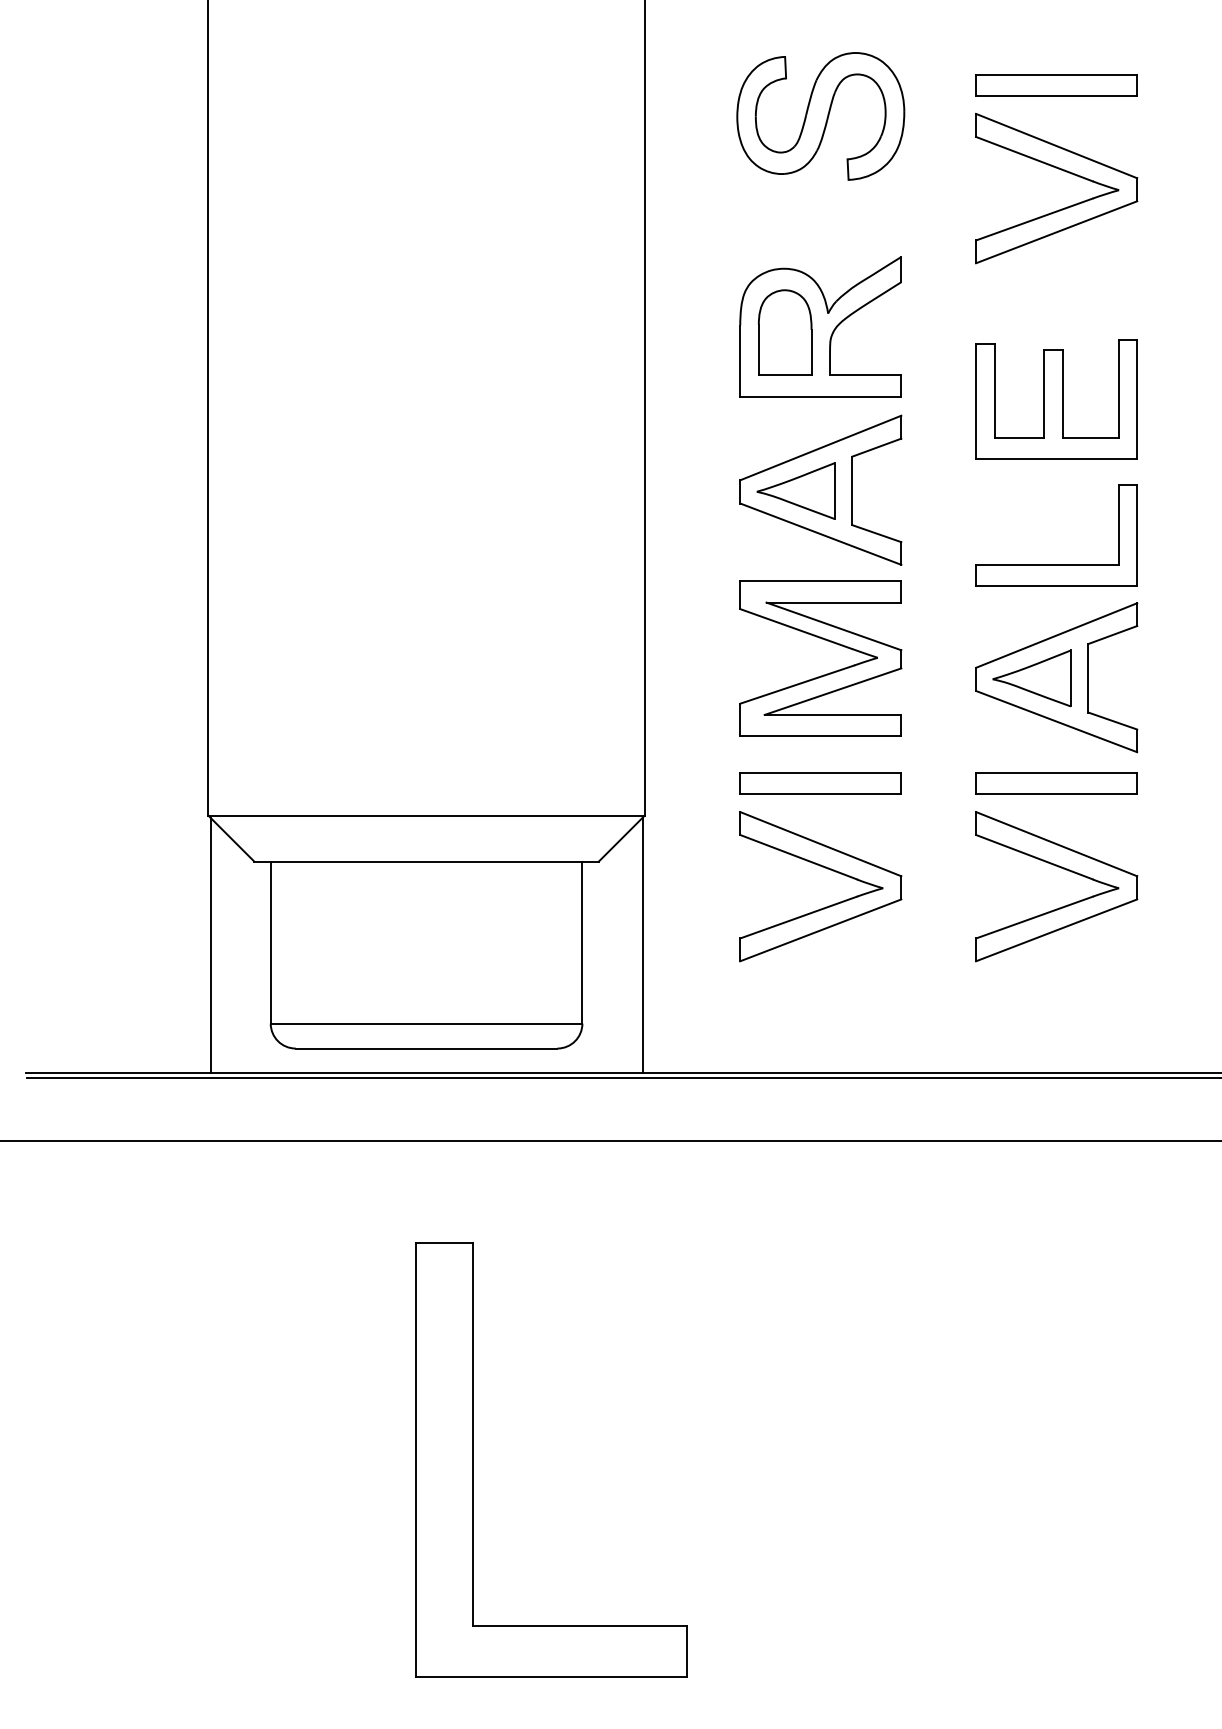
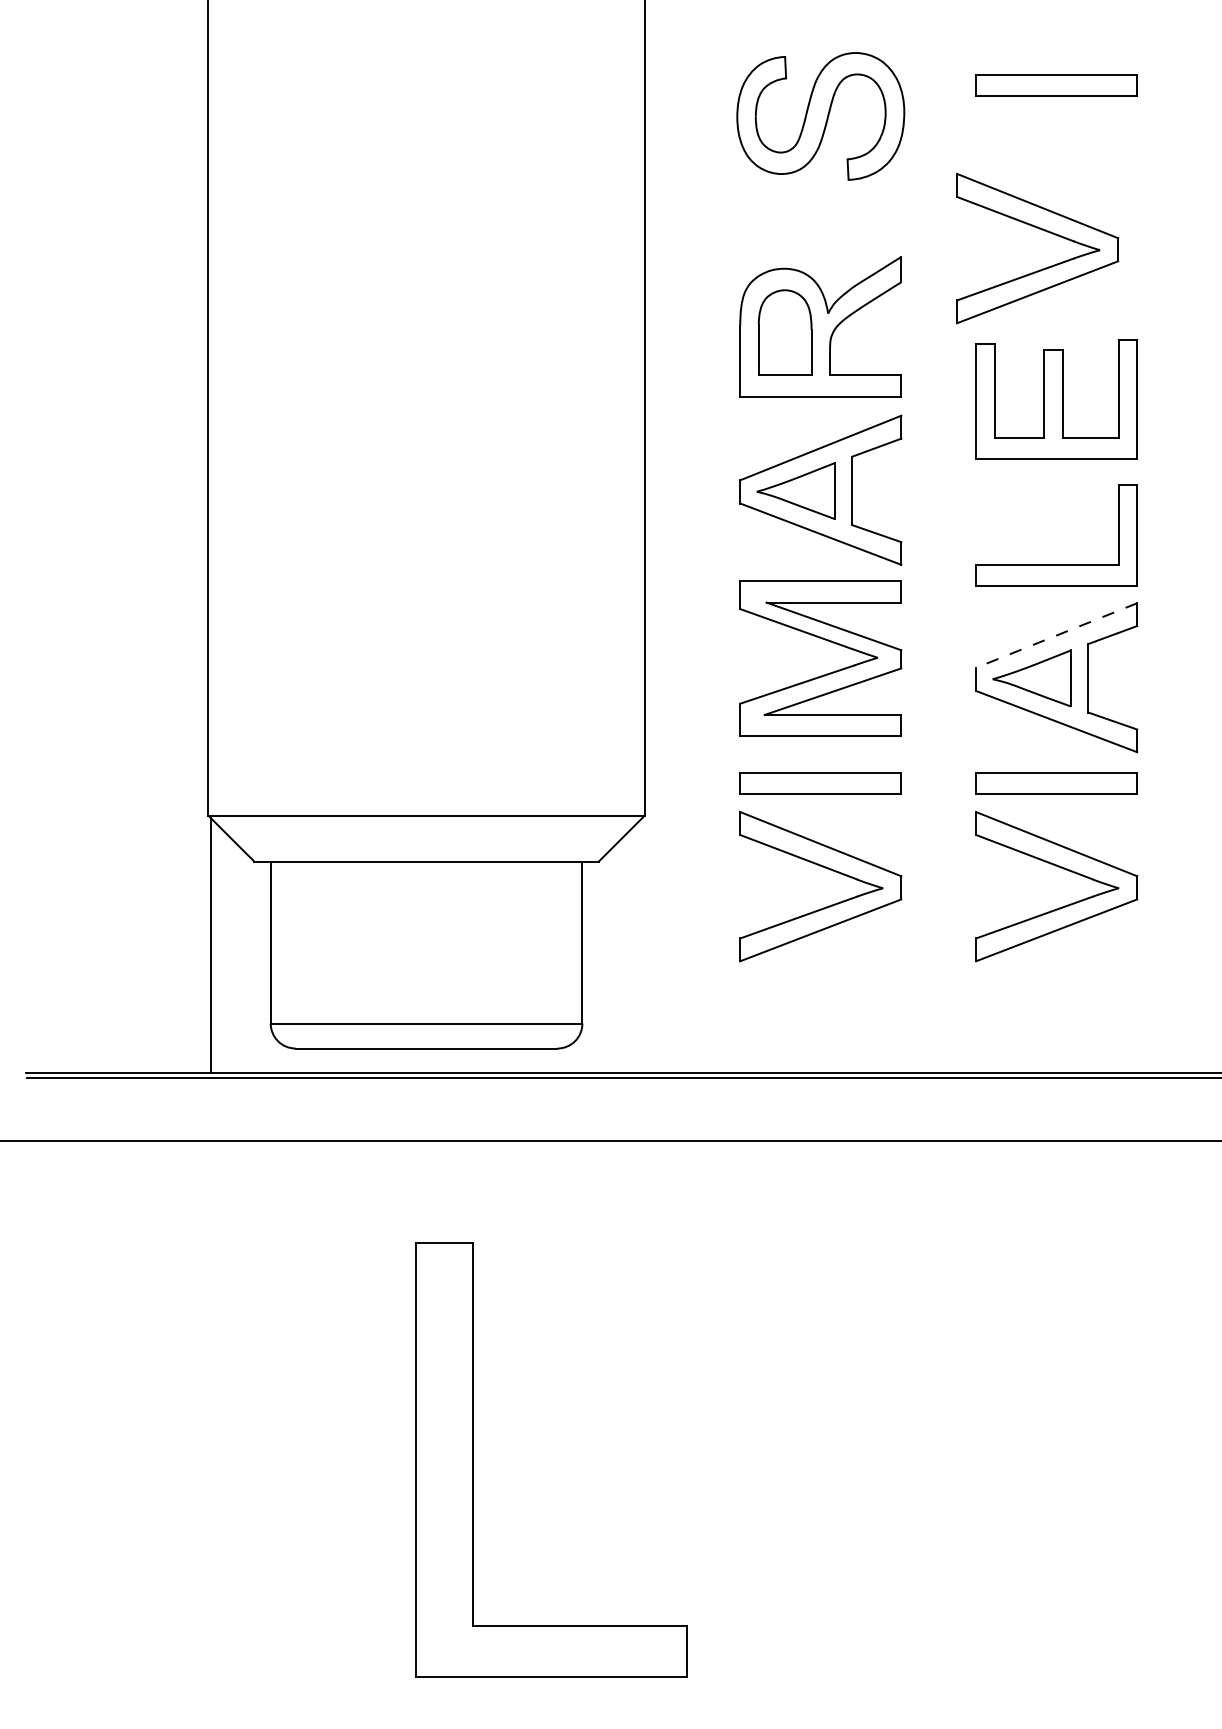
part at (1063, 171) position: (1063, 171) -> (1044, 231)
line at (1056, 635): solid -> dashed
line at (642, 945): present -> none
